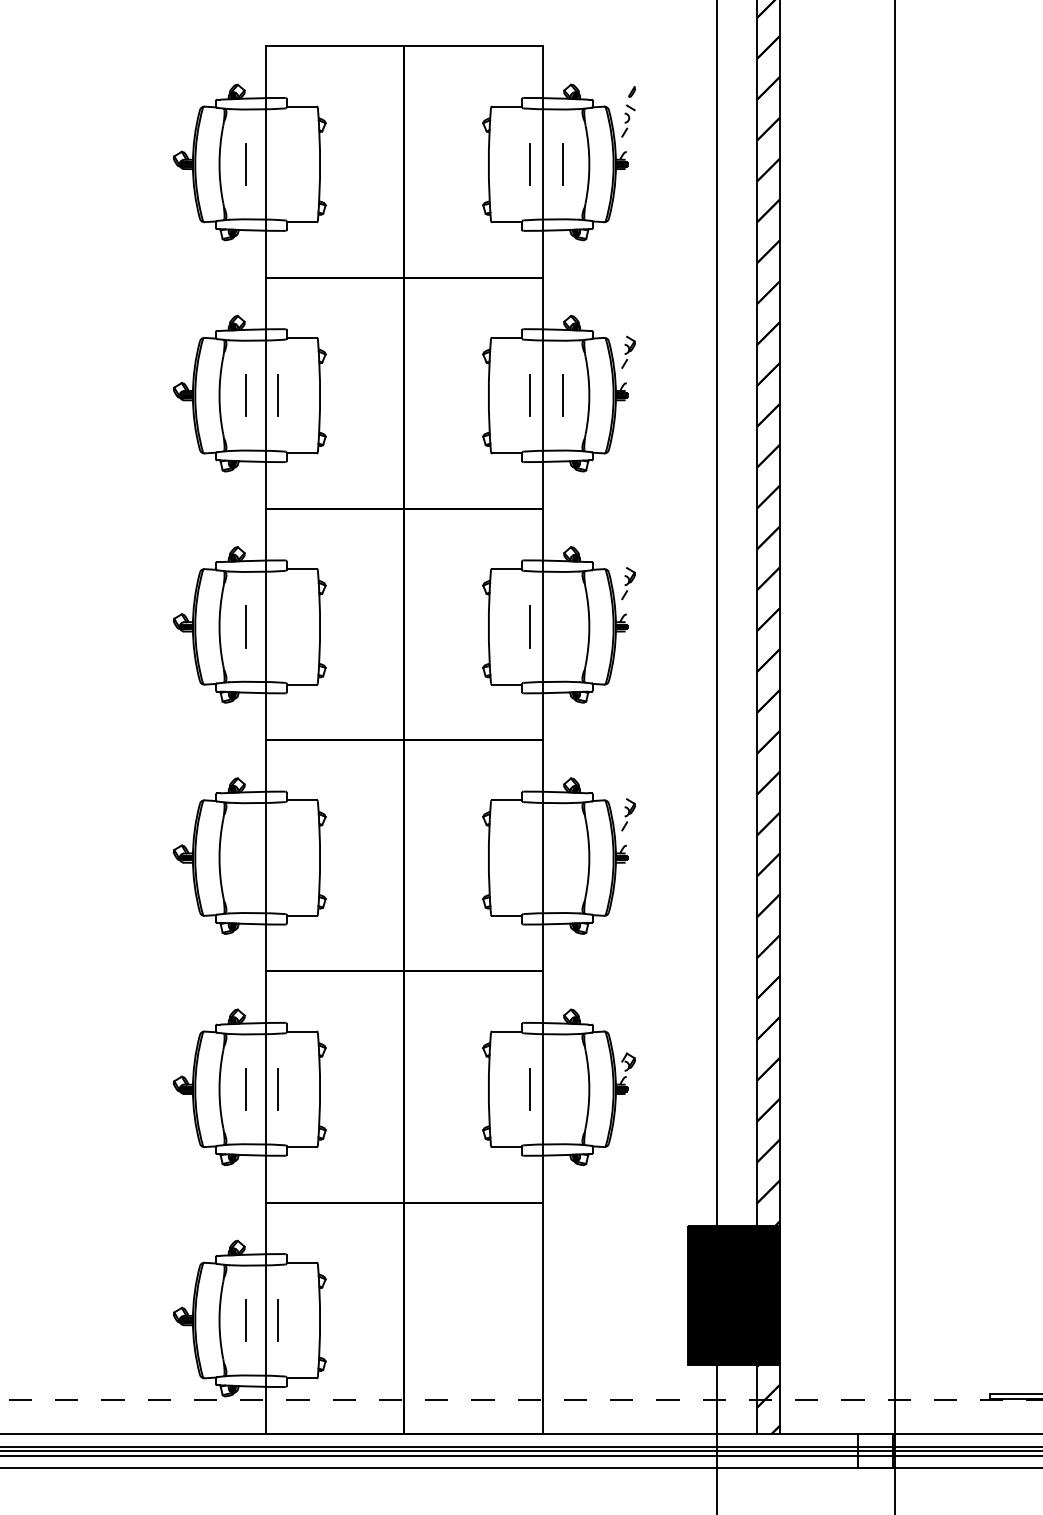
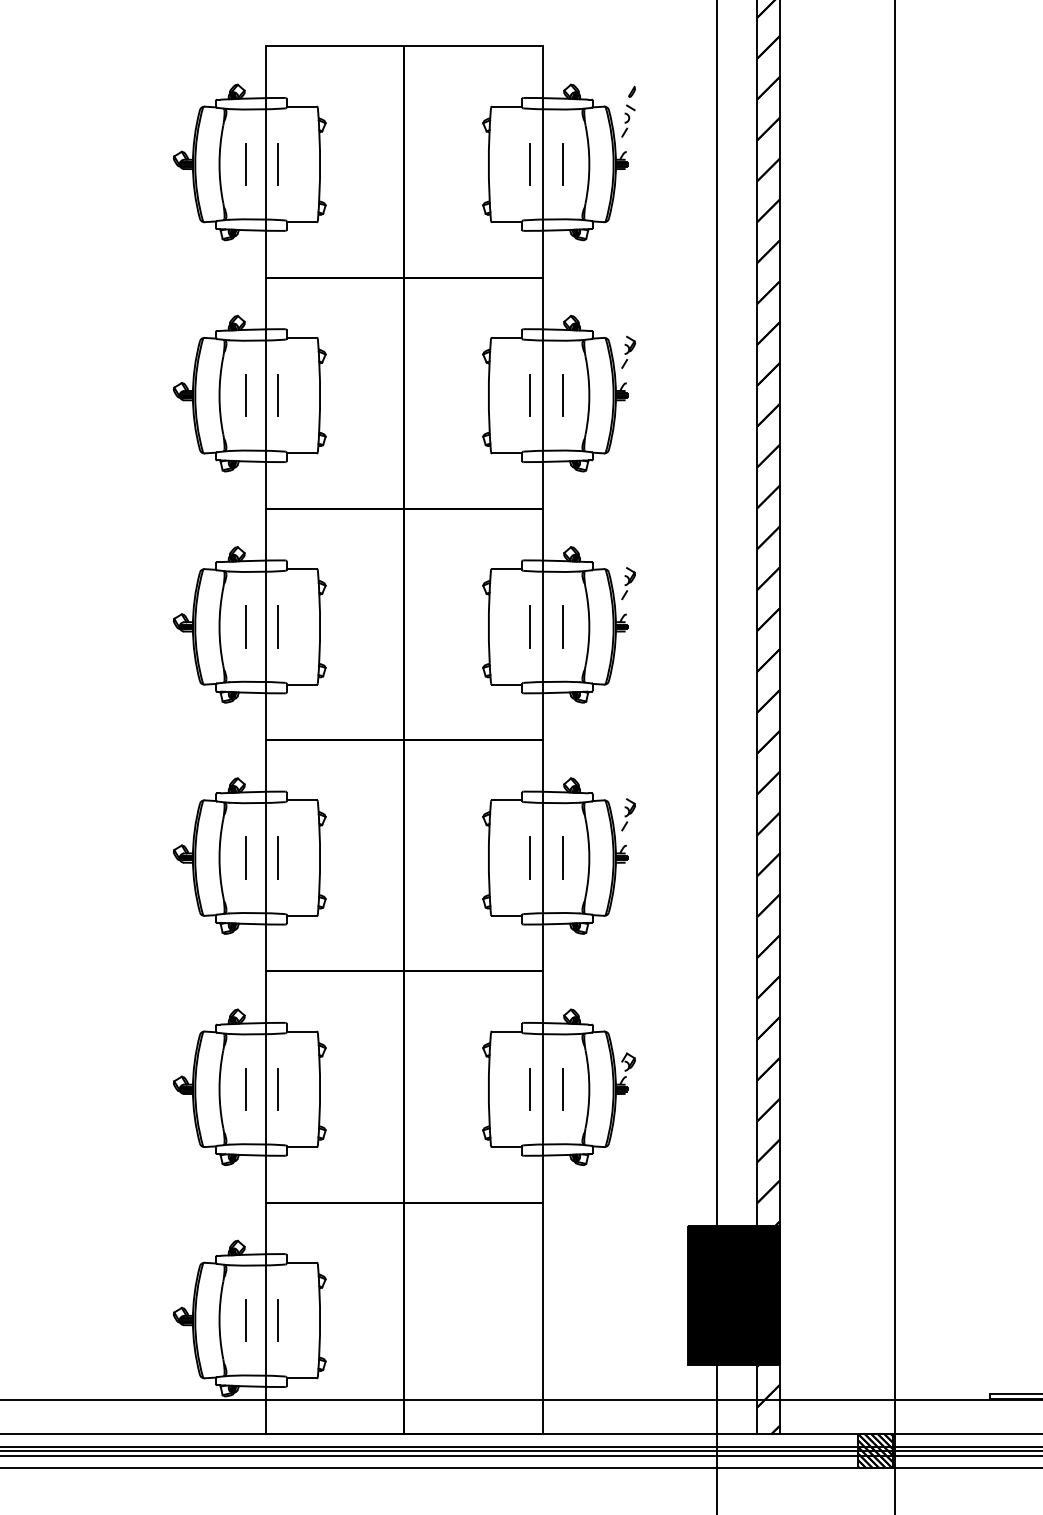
line at (278, 164): none -> present
line at (278, 626): none -> present
line at (562, 626): none -> present
line at (246, 857): none -> present
line at (278, 857): none -> present
line at (530, 857): none -> present
line at (562, 857): none -> present
line at (562, 1089): none -> present
line at (521, 1399): dashed -> solid
hatch at (874, 1450): none -> present
